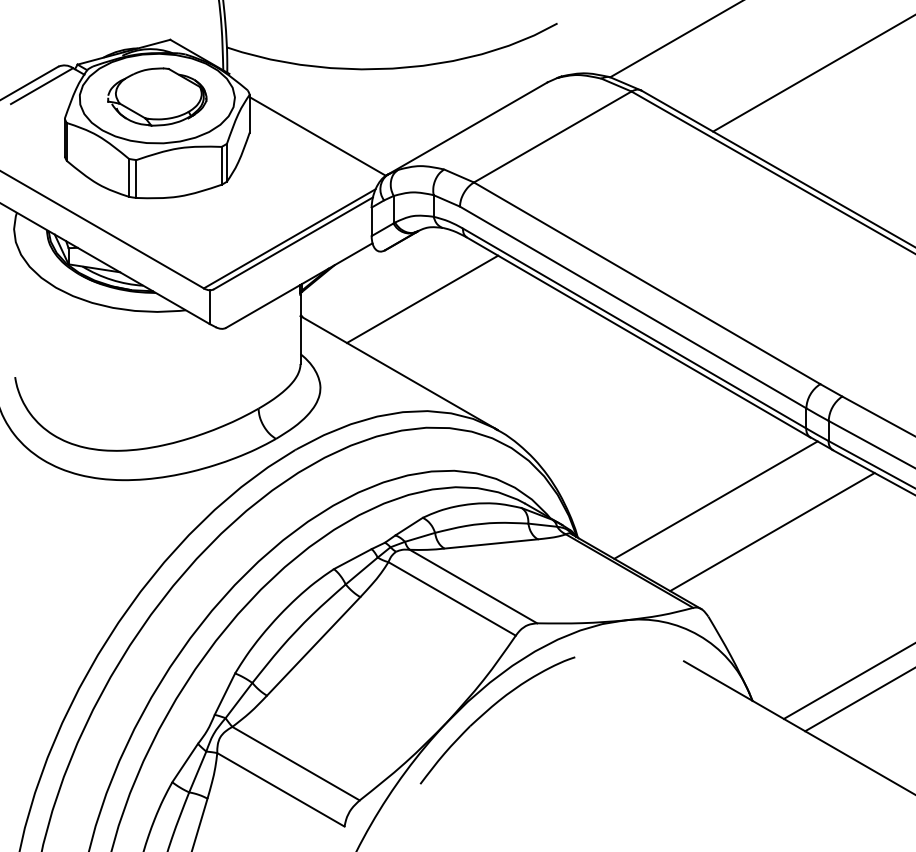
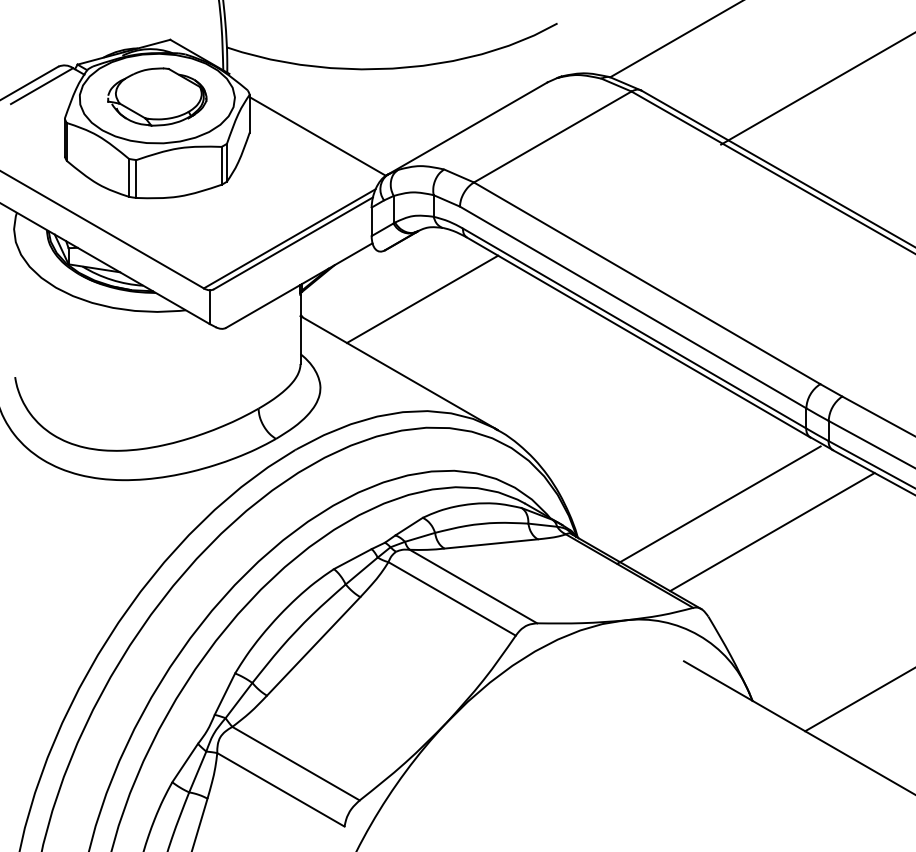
line at (812, 73) position: (812, 73) -> (816, 89)
line at (715, 499) position: (715, 499) -> (718, 504)
line at (847, 681): present -> none
part at (488, 711): present -> none
